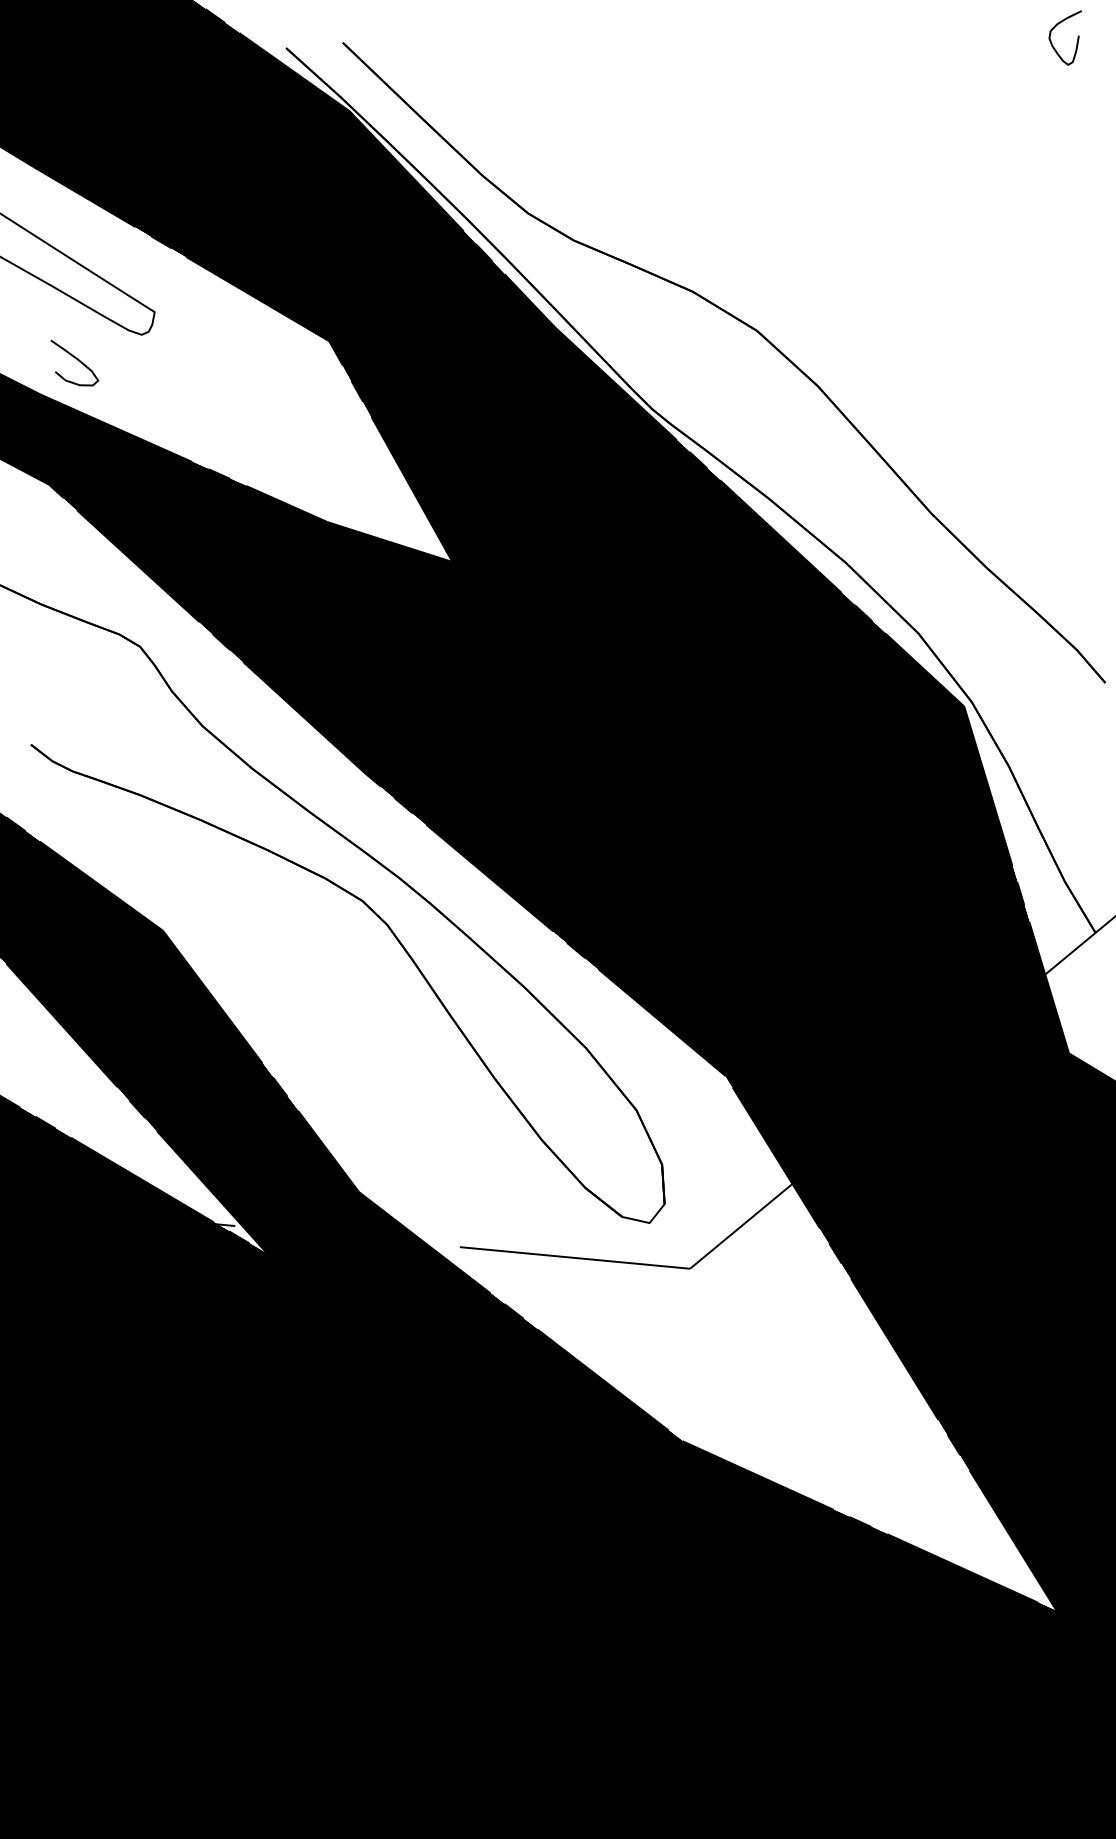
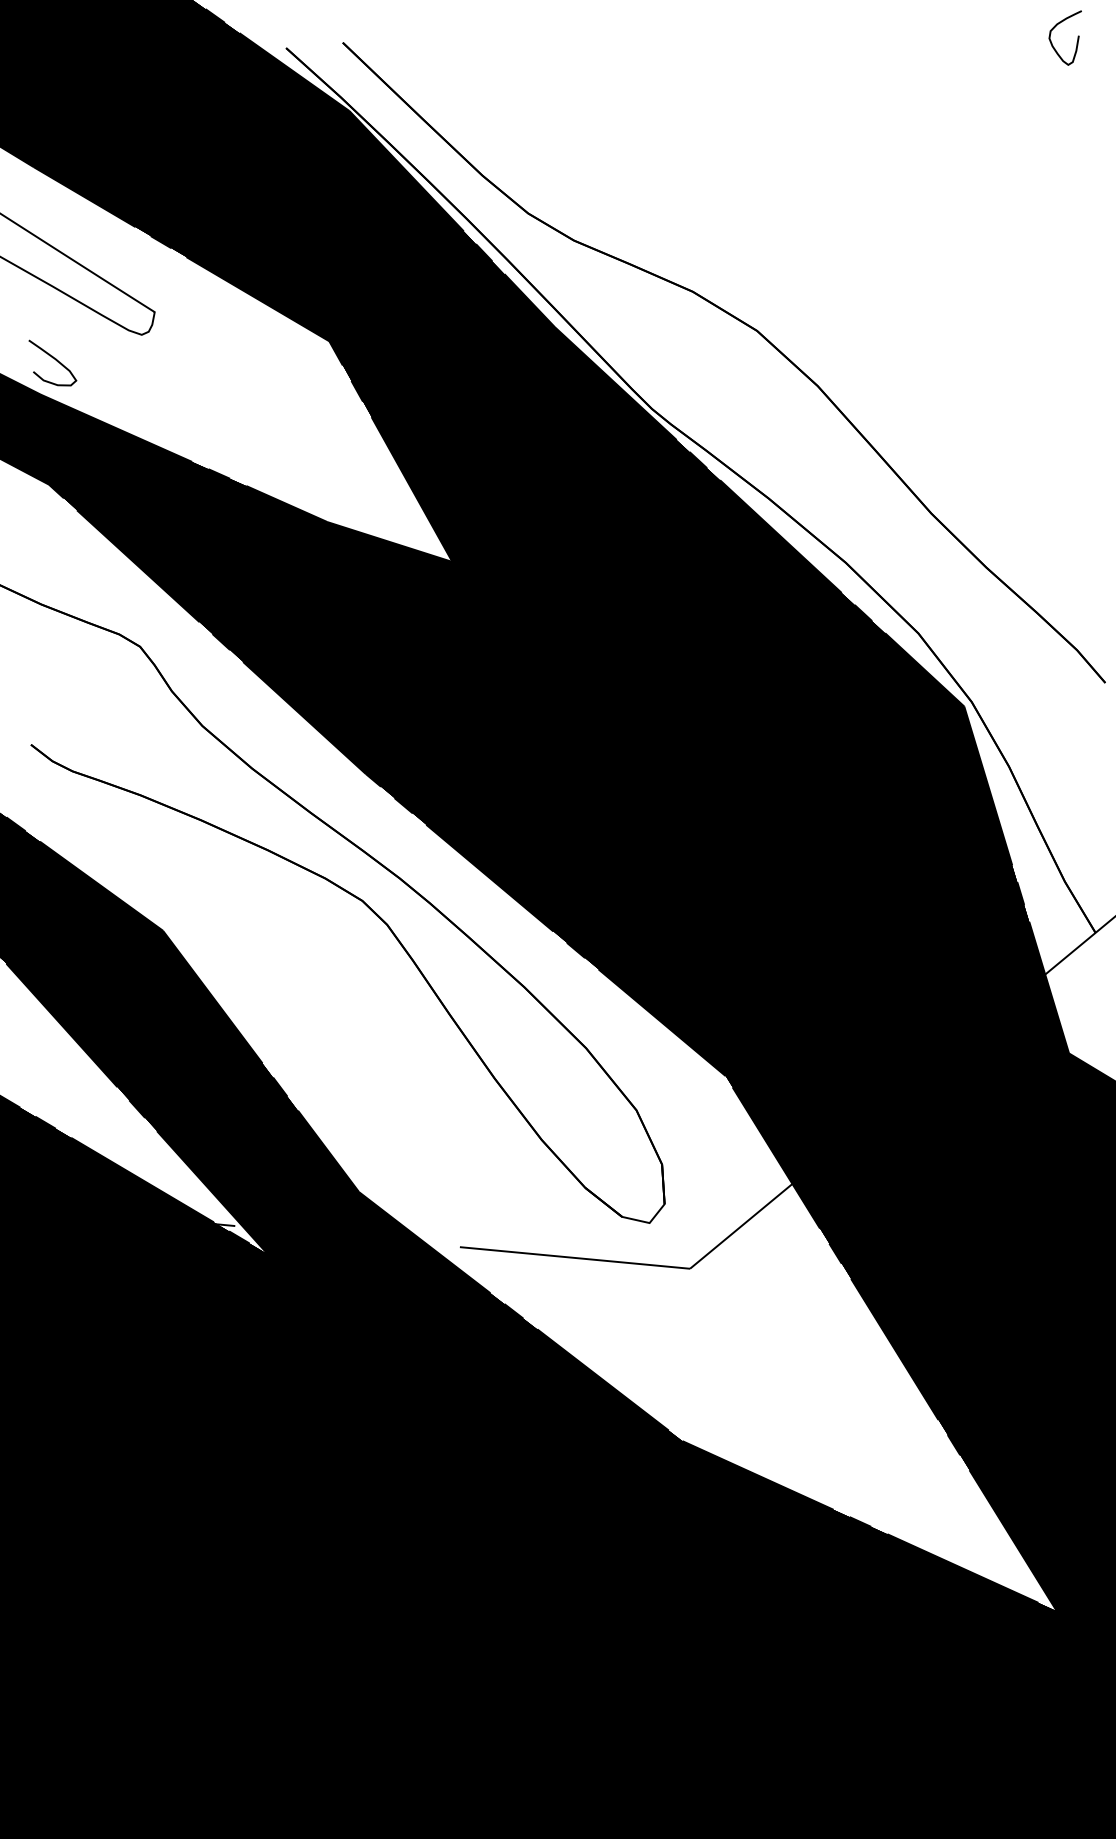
curve at (76, 359) position: (76, 359) -> (54, 359)
